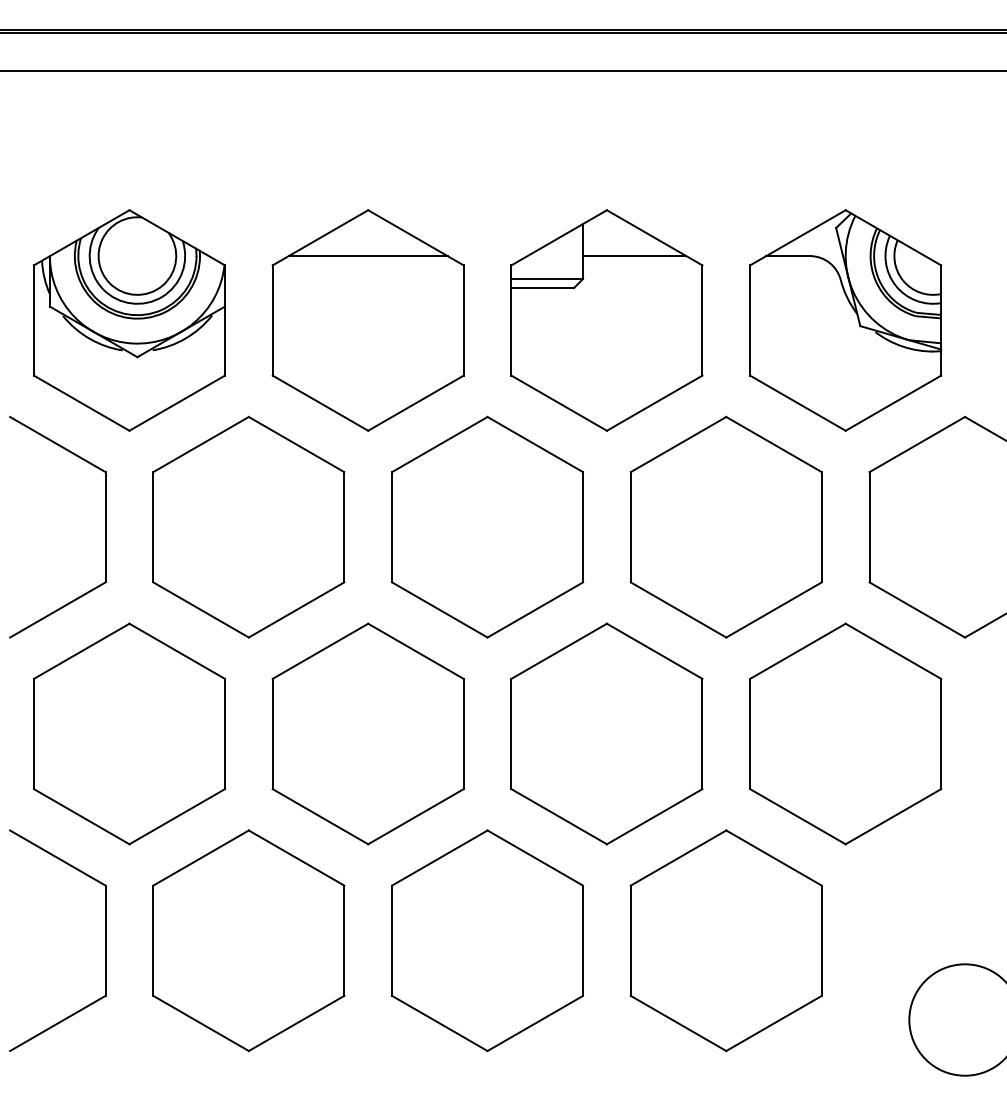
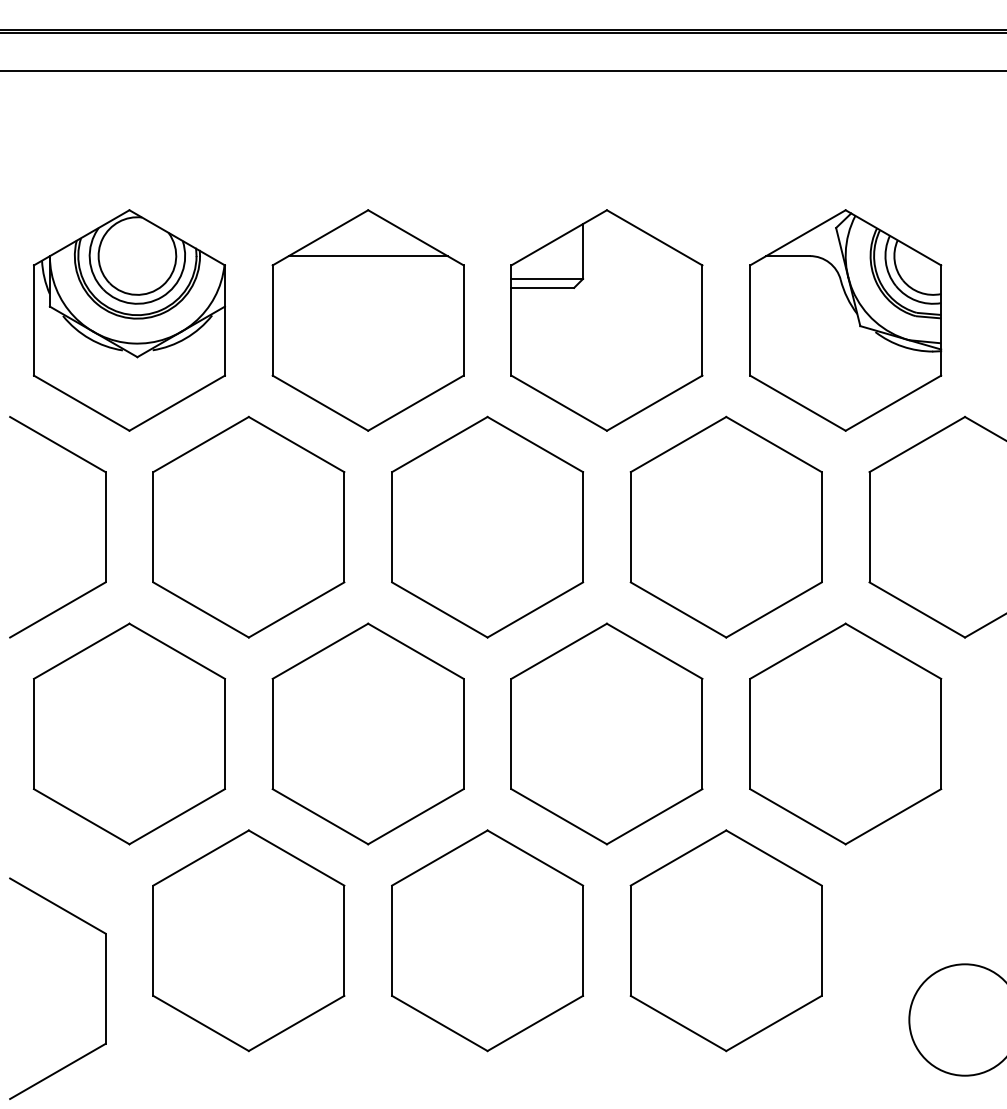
line at (634, 256): present -> none
part at (105, 940) position: (105, 940) -> (105, 988)
